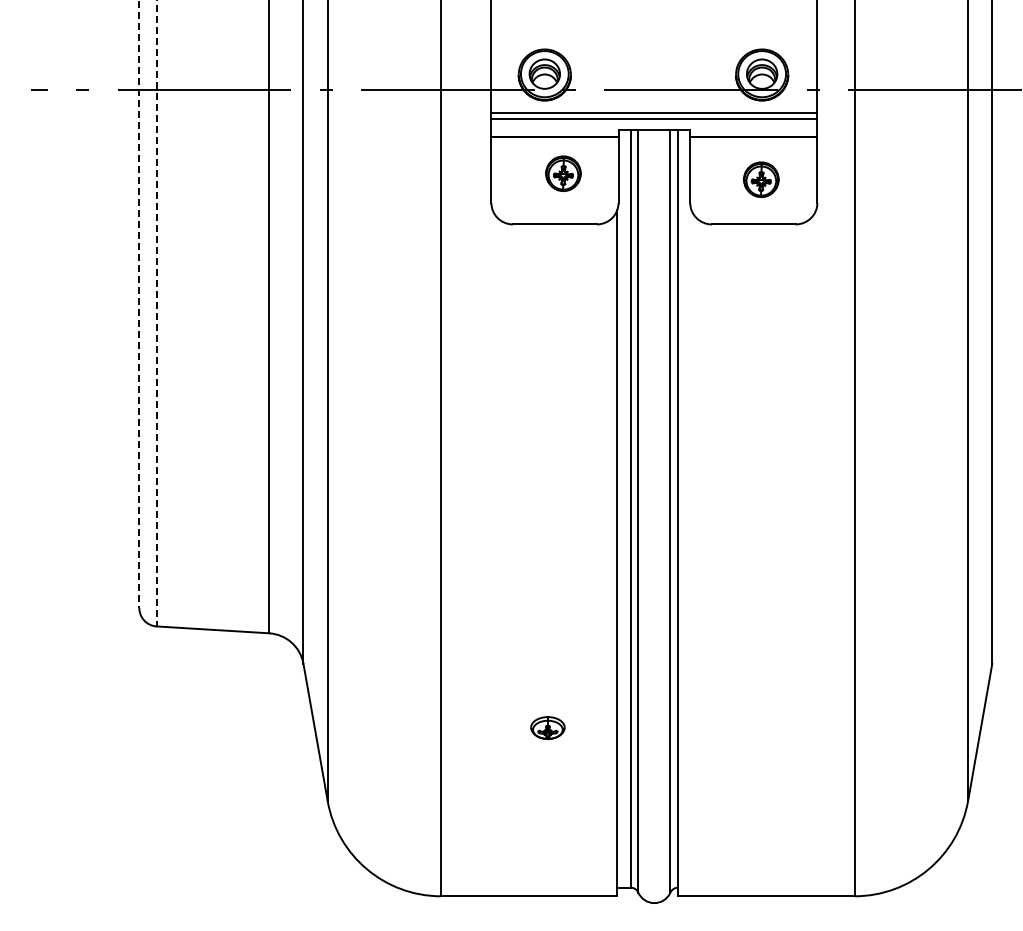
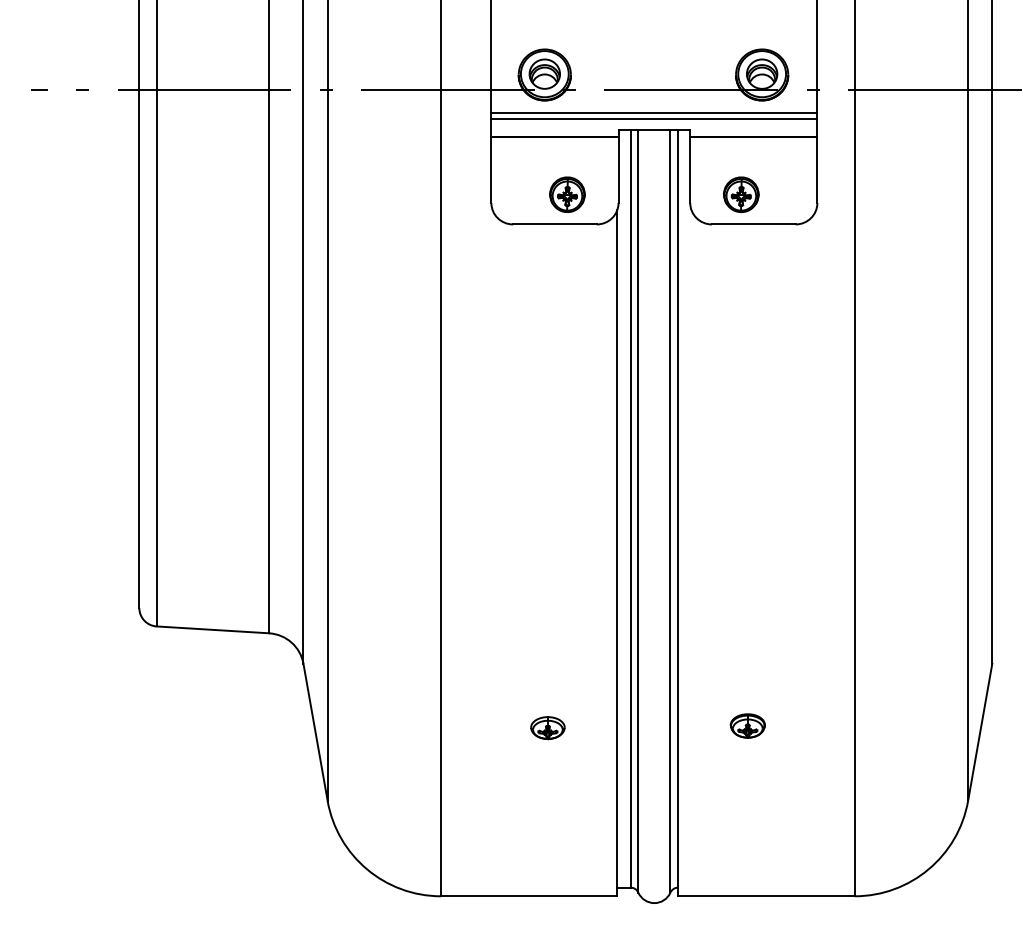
part at (563, 173) position: (563, 173) -> (567, 194)
part at (761, 179) position: (761, 179) -> (741, 194)
line at (139, 304): dashed -> solid
line at (156, 313): dashed -> solid
part at (747, 725): none -> present
